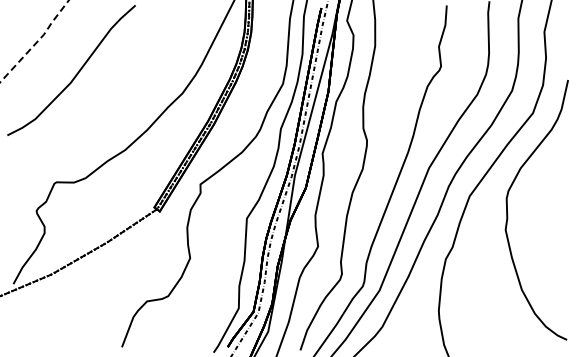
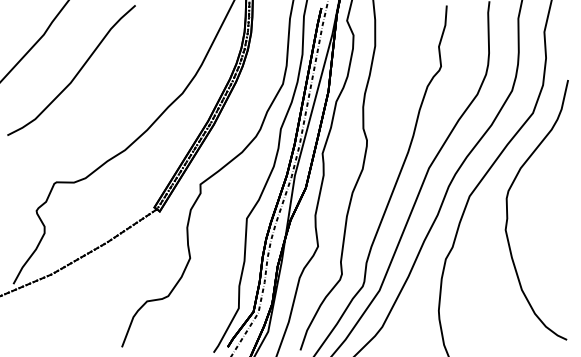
line at (37, 41): dashed -> solid
